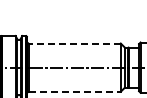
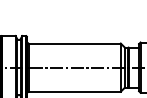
line at (74, 43): dashed -> solid
line at (74, 91): dashed -> solid
